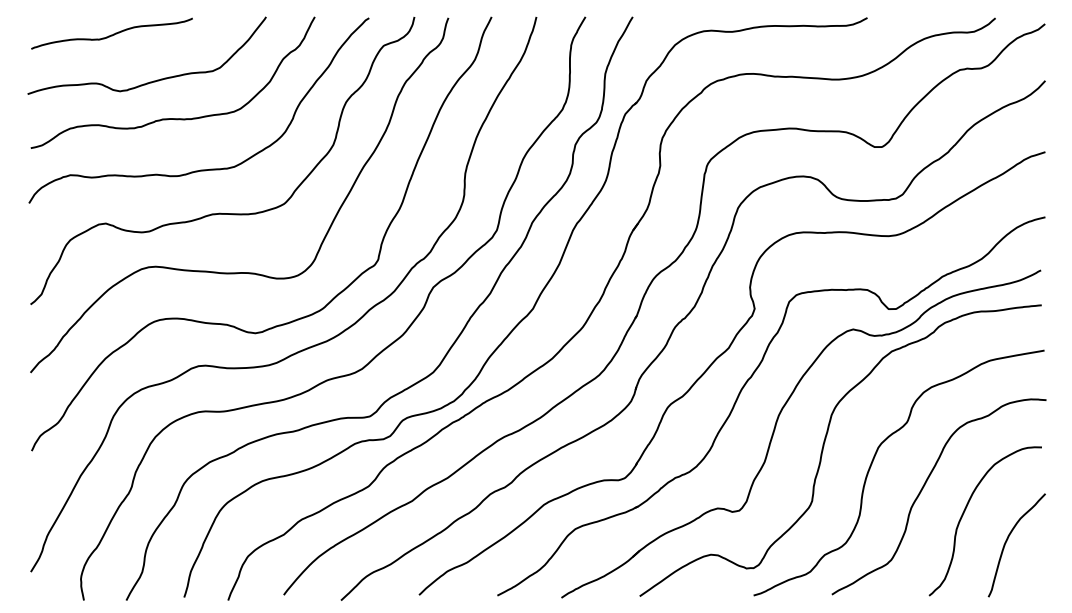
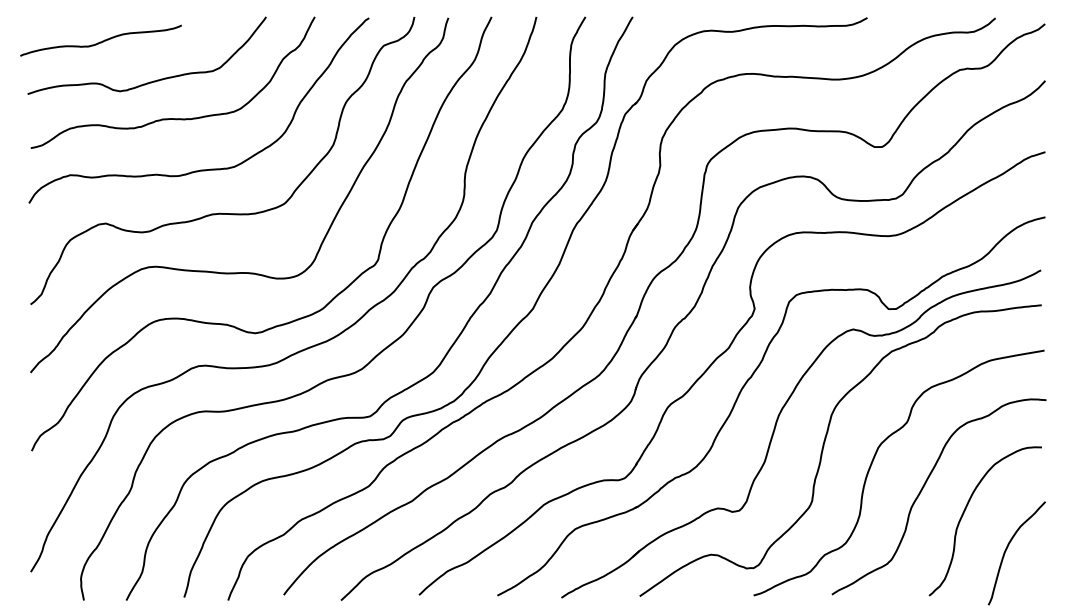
curve at (111, 34) position: (111, 34) -> (100, 41)
curve at (1007, 541) position: (1007, 541) -> (1007, 549)
